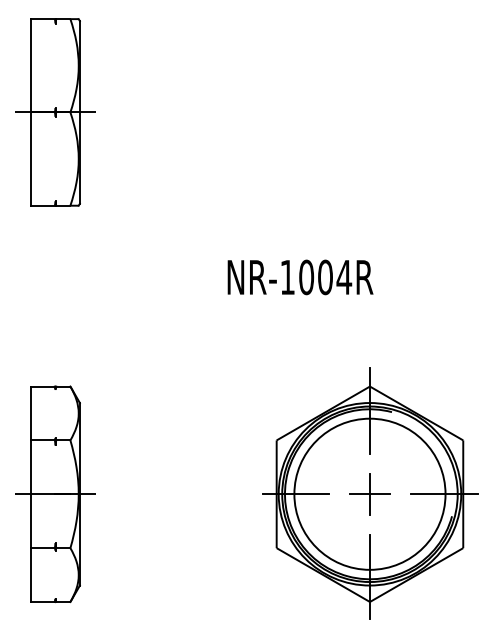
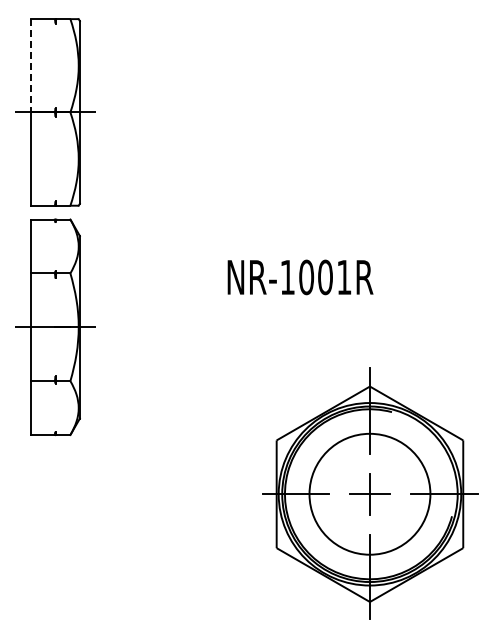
line at (31, 65): solid -> dashed
text at (344, 277): NR-1004R -> NR-1001R
circle at (369, 493) diameter: 151 px -> 121 px
part at (55, 494) position: (55, 494) -> (55, 327)
